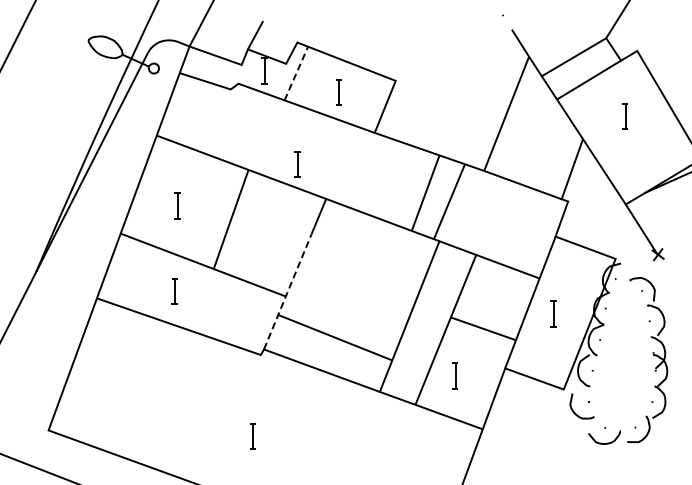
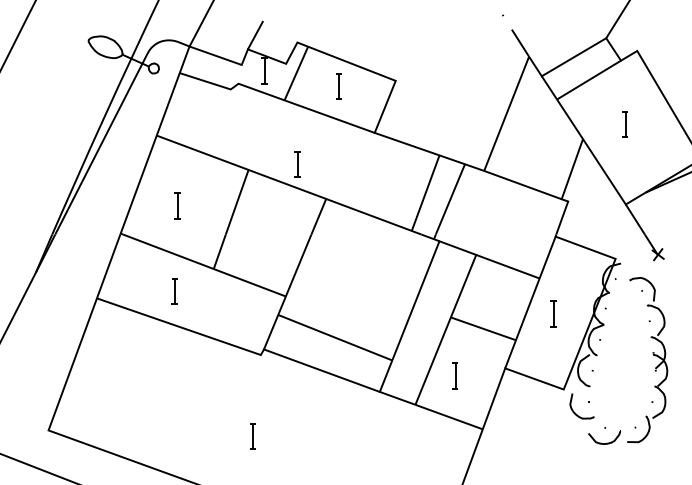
line at (296, 74): dashed -> solid
part at (338, 92) position: (338, 92) -> (338, 86)
part at (624, 116) position: (624, 116) -> (624, 124)
line at (287, 292): dashed -> solid
